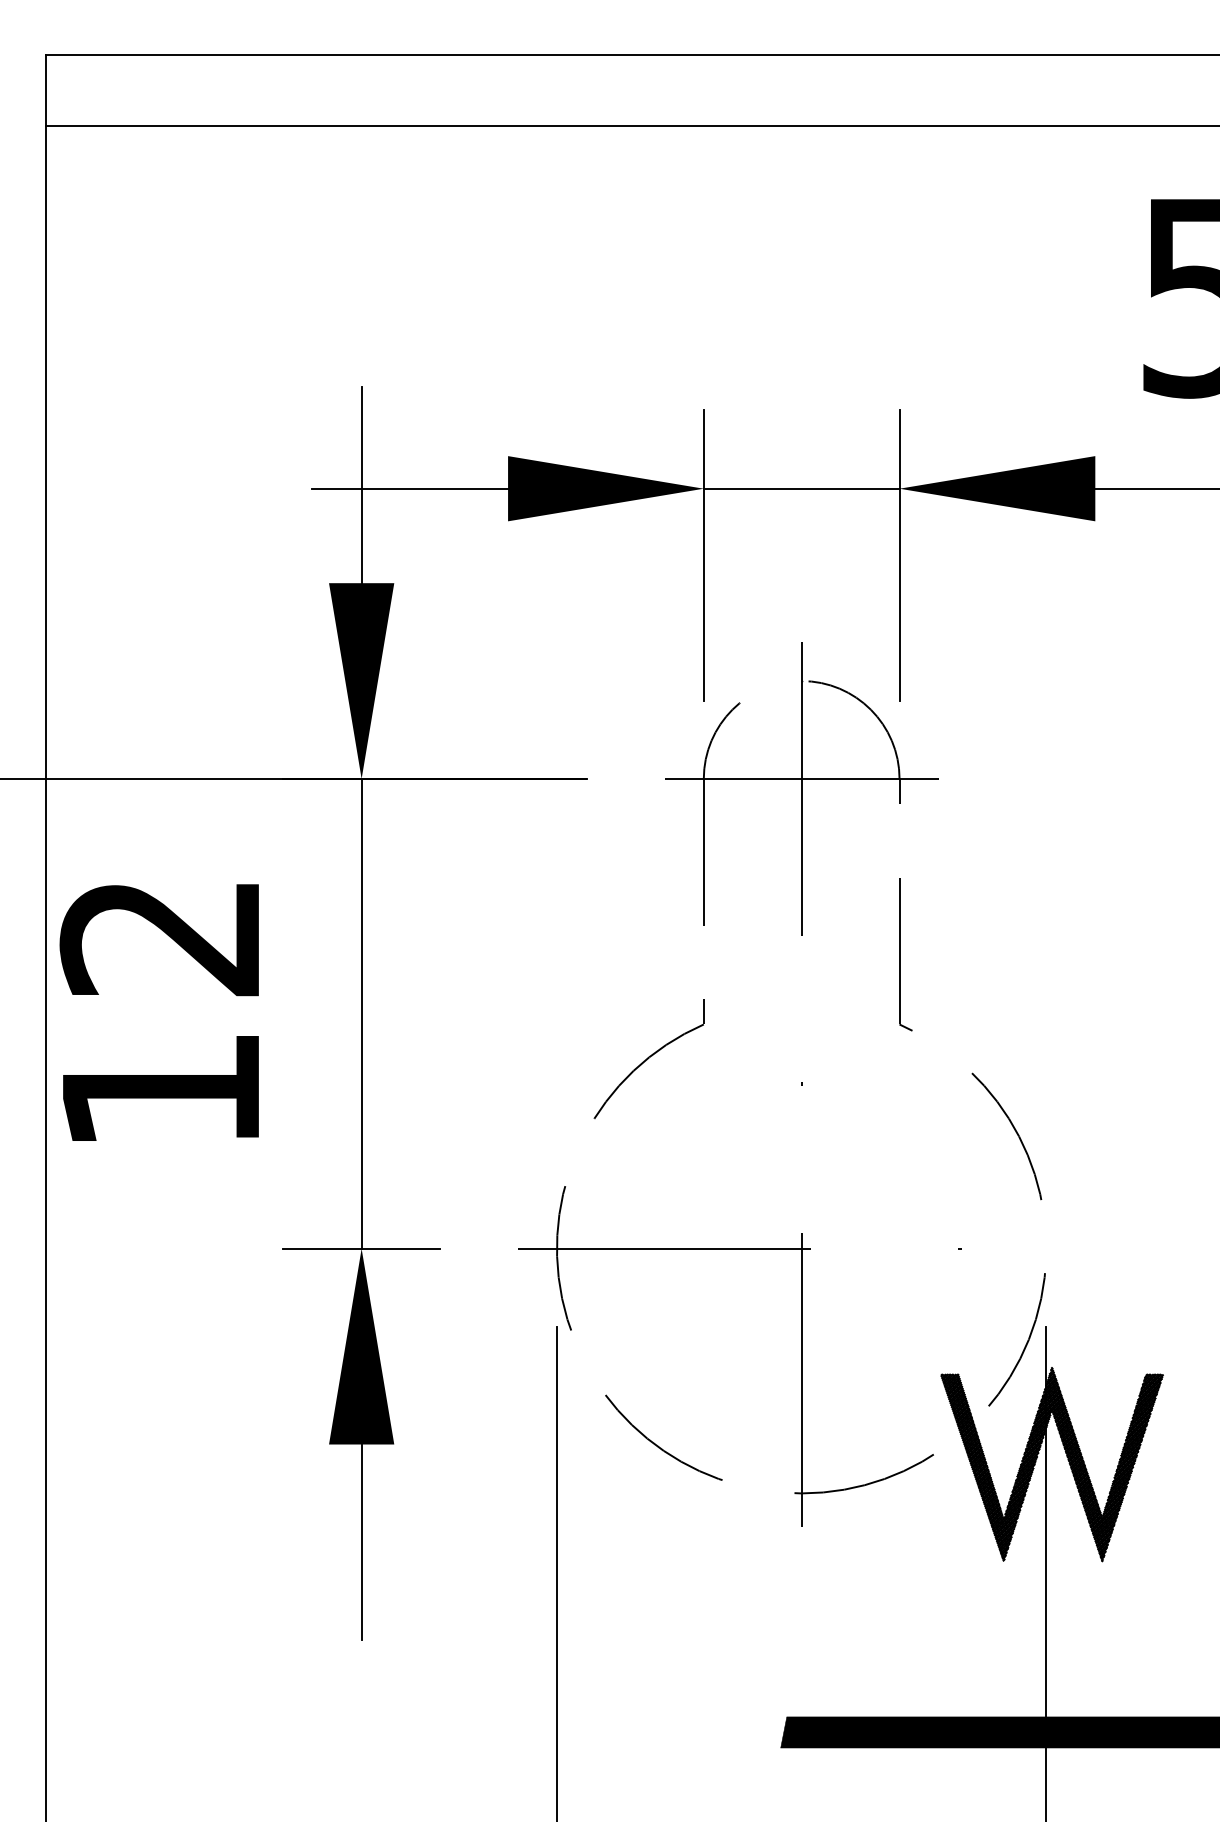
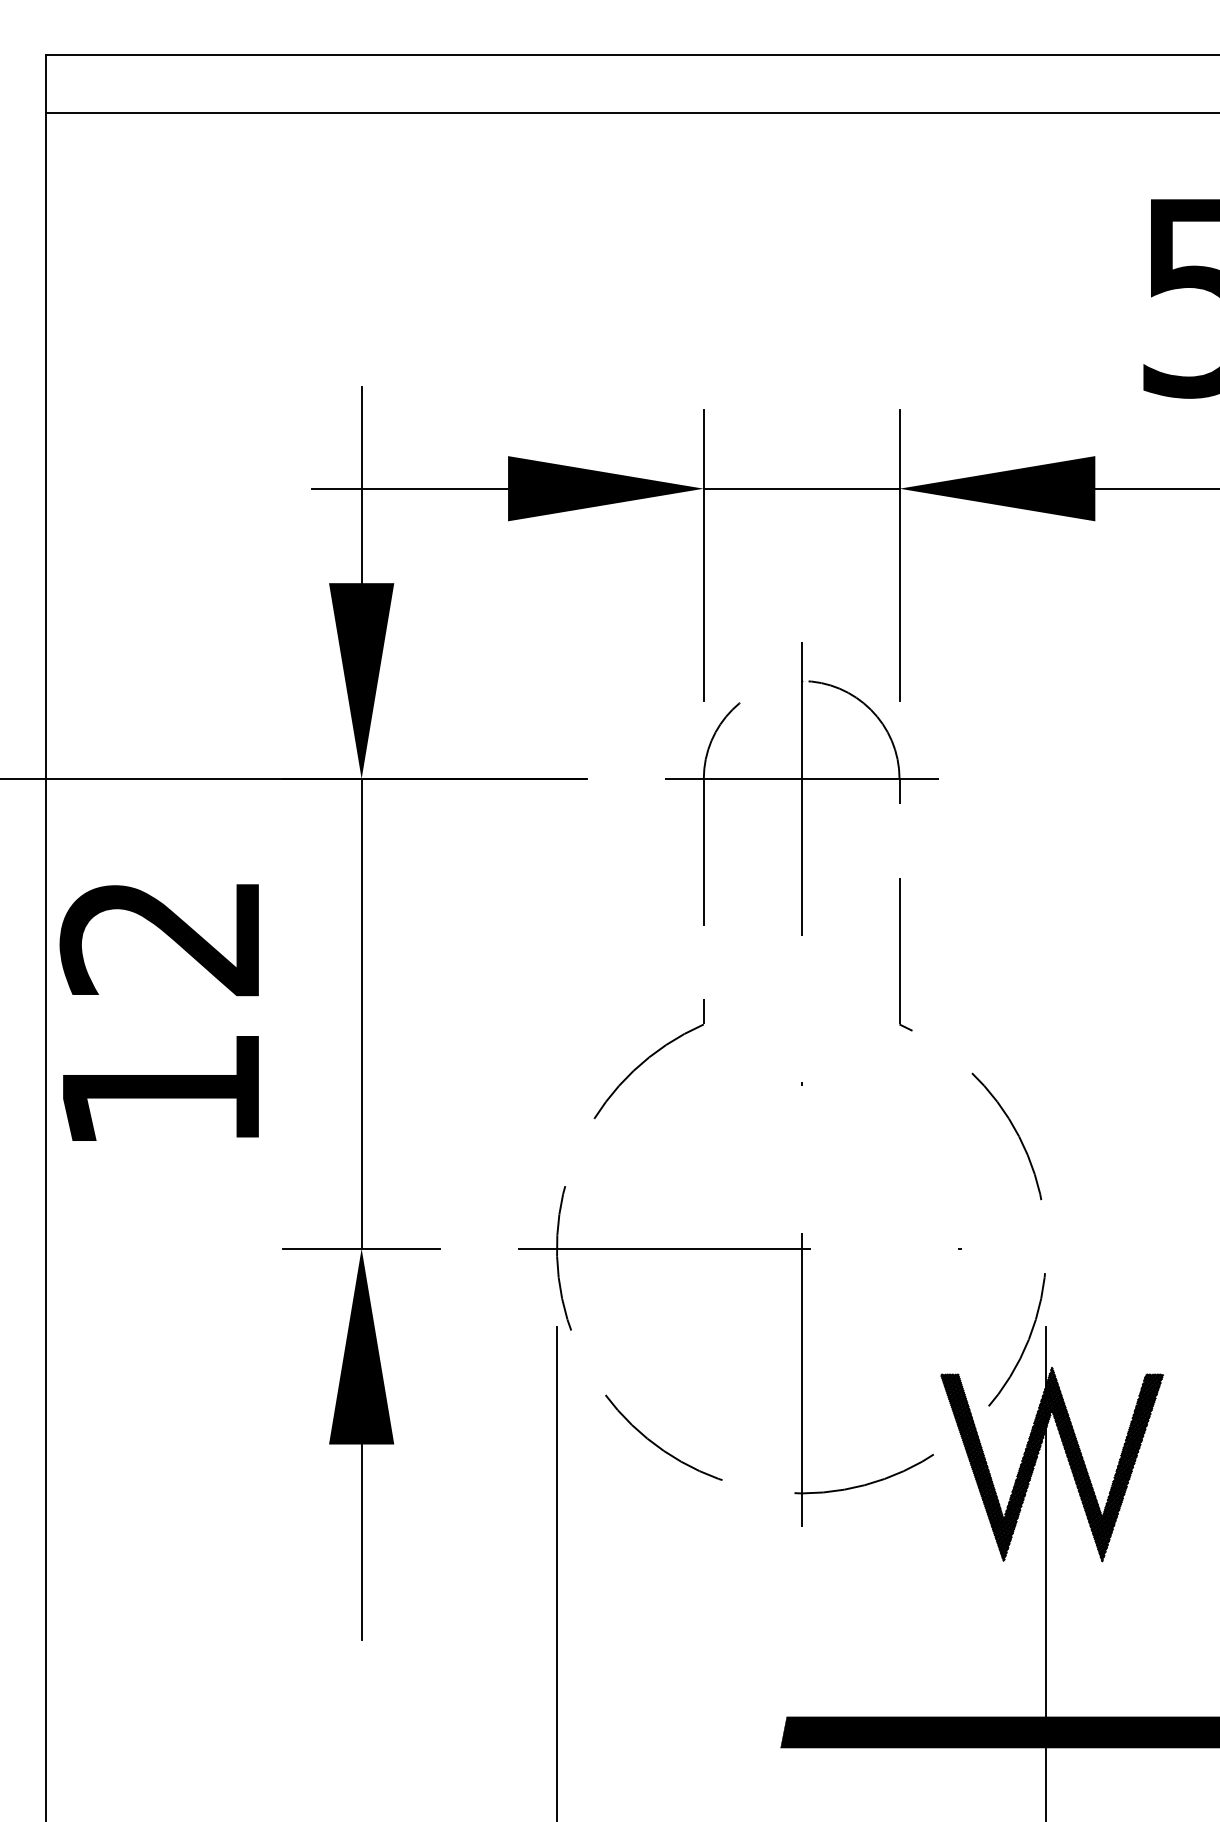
line at (631, 126) position: (631, 126) -> (631, 113)
